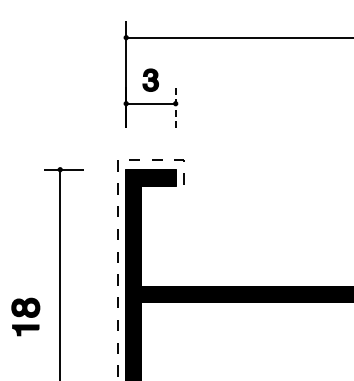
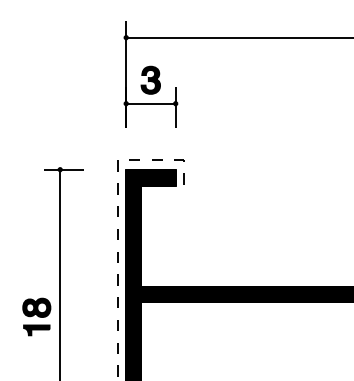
part at (150, 79) size: 17x24 px -> 21x30 px
line at (175, 107): dashed -> solid
part at (25, 316) position: (25, 316) -> (36, 316)
